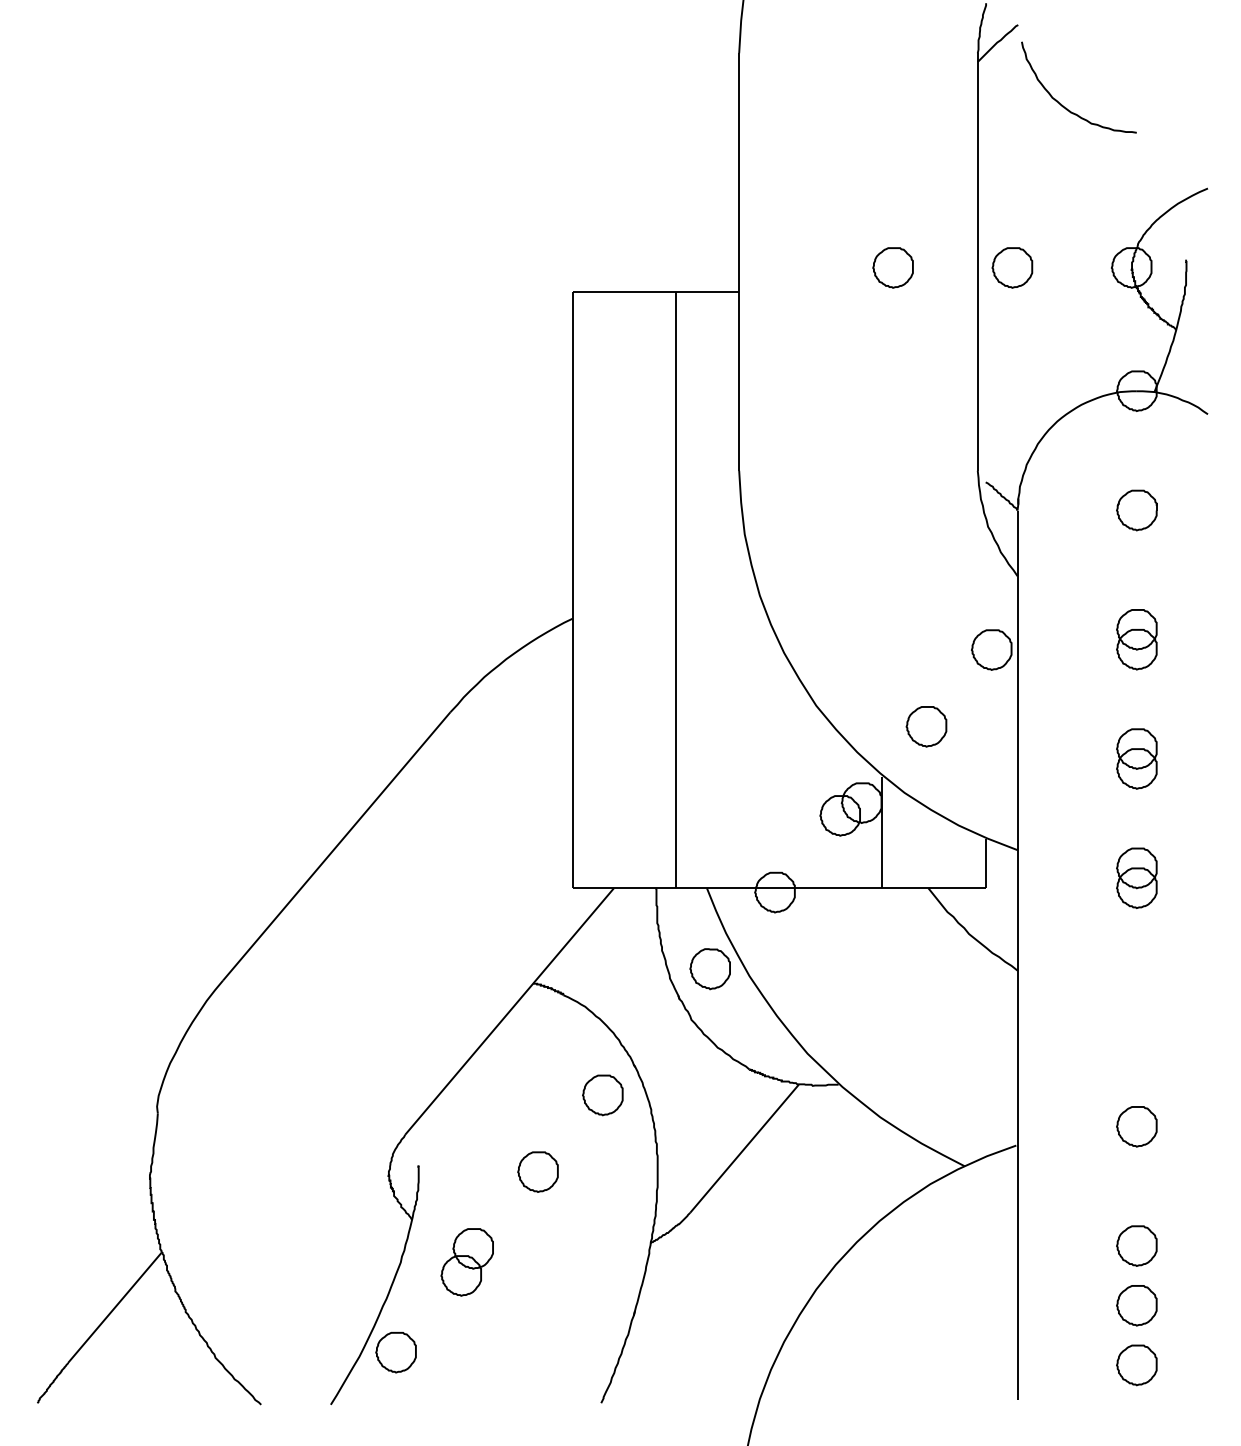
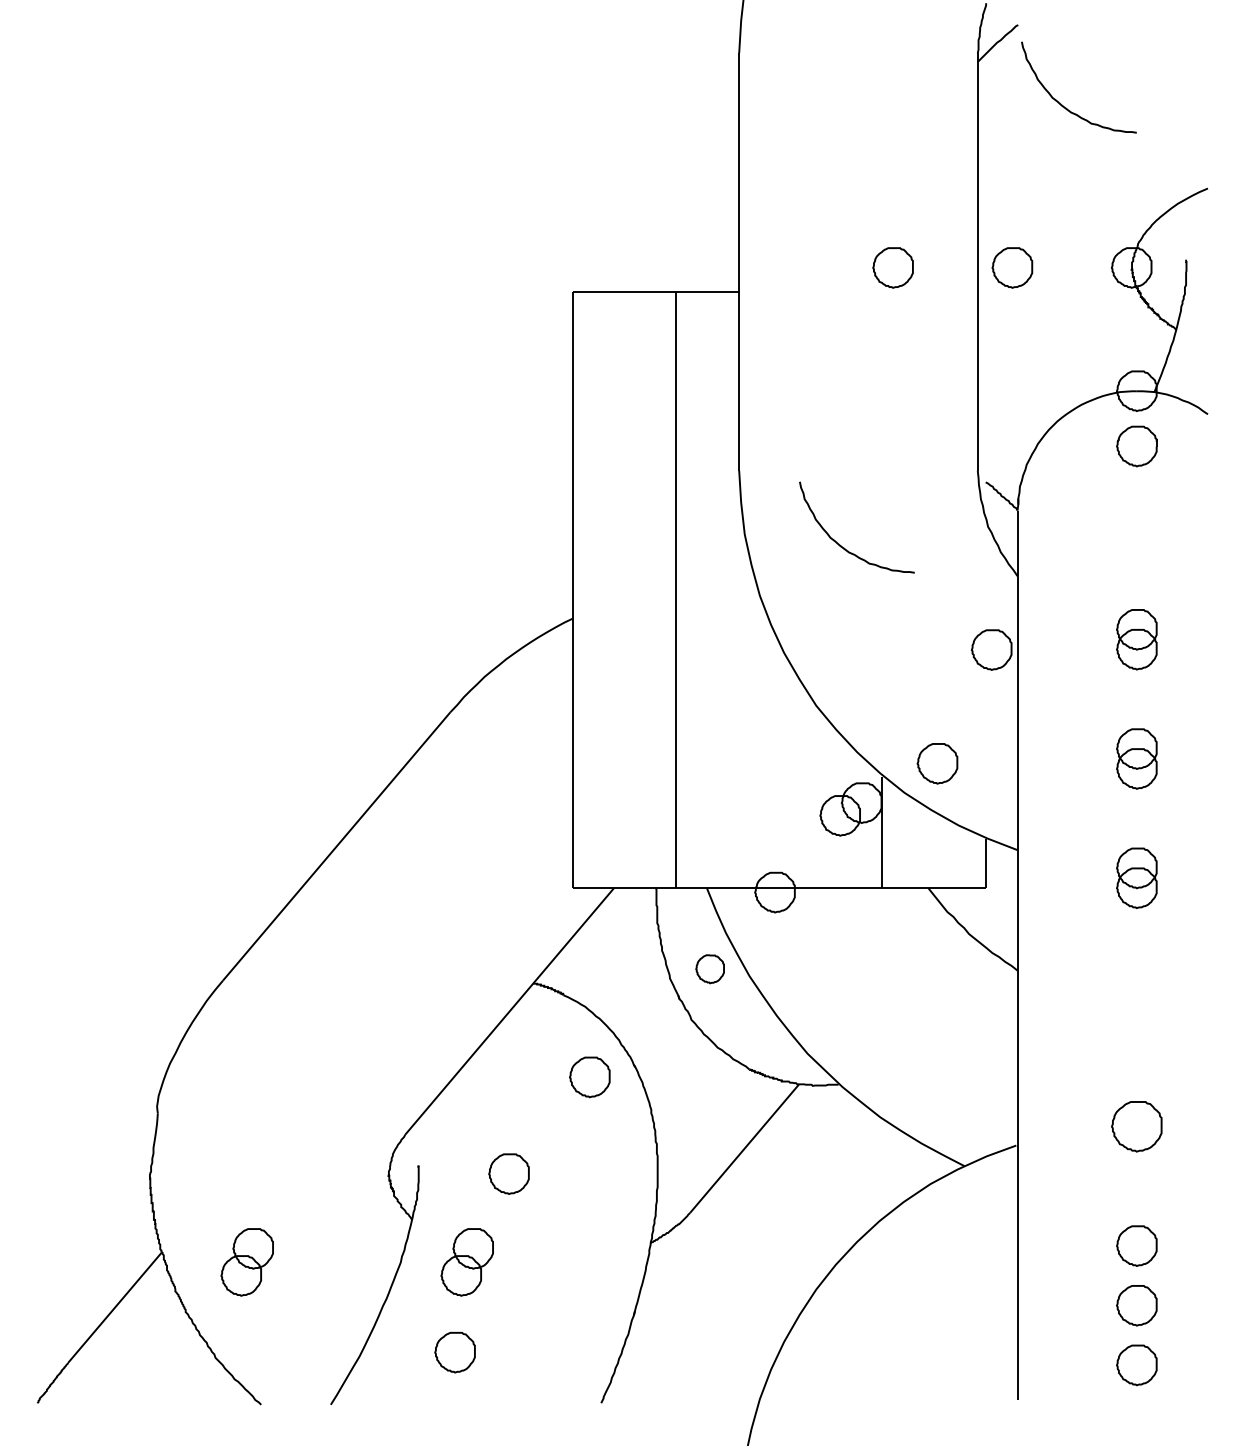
part at (1136, 510) position: (1136, 510) -> (1136, 446)
curve at (844, 547): none -> present
part at (926, 726) position: (926, 726) -> (937, 763)
part at (709, 969) size: 42x43 px -> 30x31 px
part at (602, 1095) position: (602, 1095) -> (589, 1077)
part at (1136, 1126) size: 42x42 px -> 52x52 px
part at (537, 1171) position: (537, 1171) -> (508, 1173)
part at (246, 1262): none -> present
part at (395, 1352) position: (395, 1352) -> (454, 1352)
